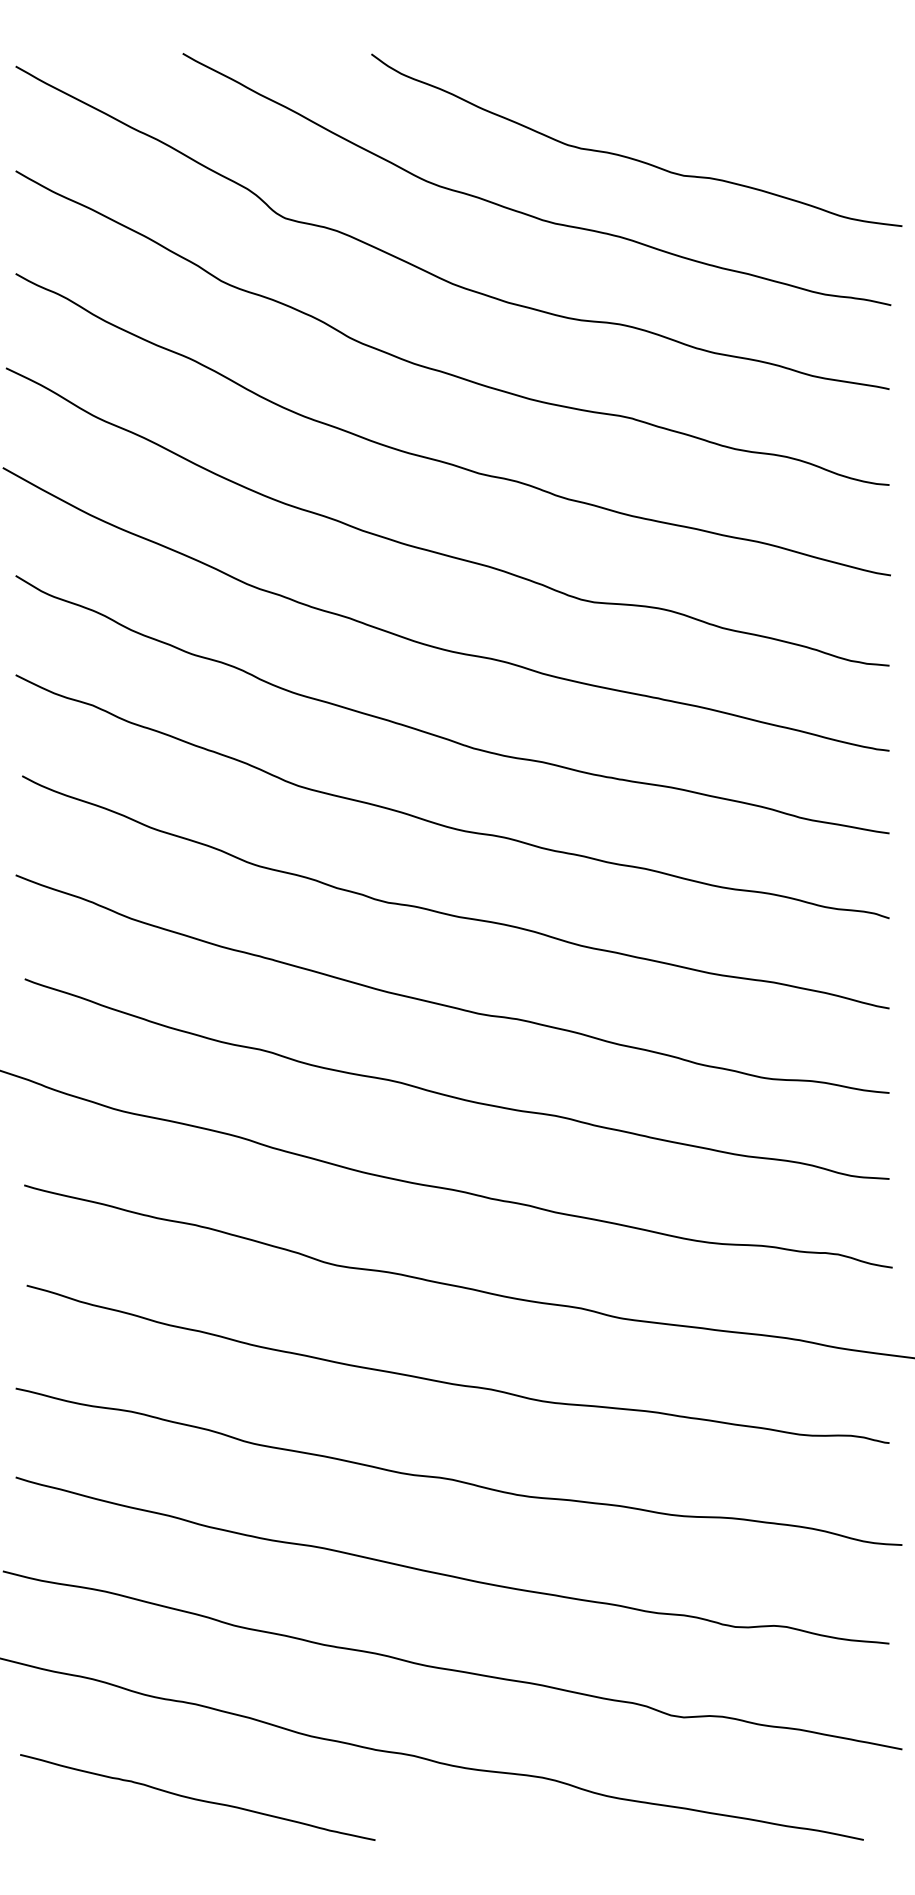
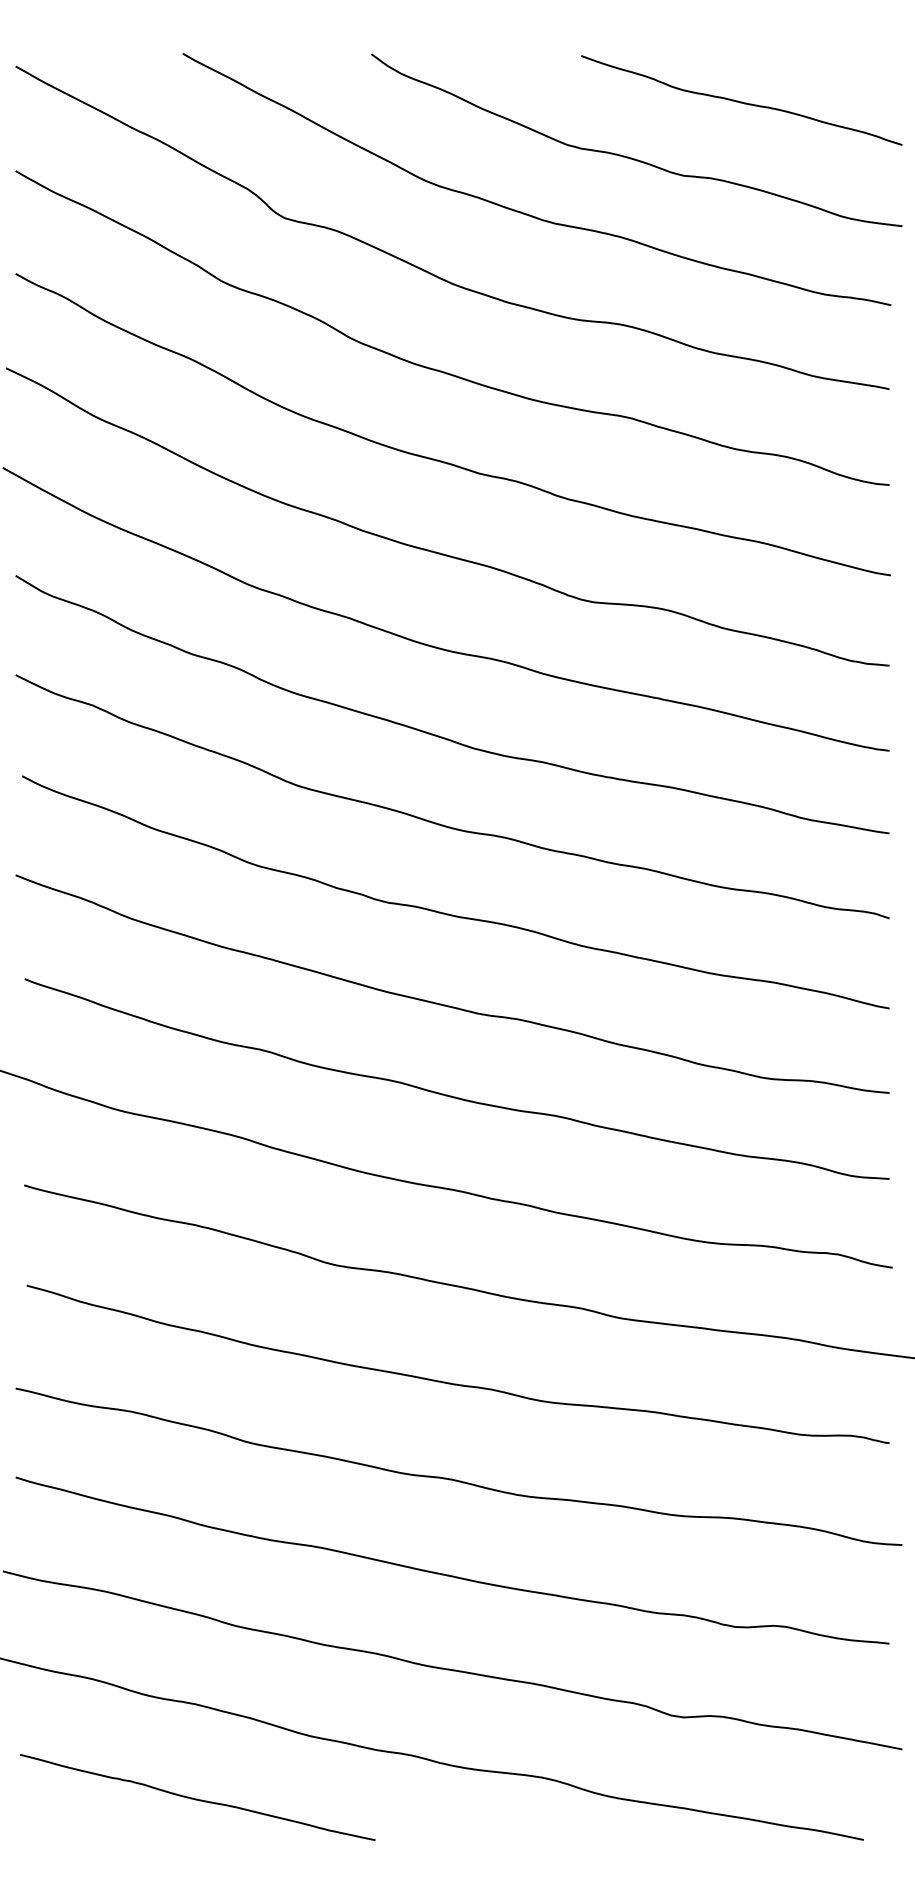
curve at (741, 101): none -> present
